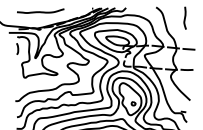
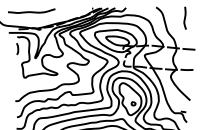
curve at (40, 11) position: (40, 11) -> (31, 11)
